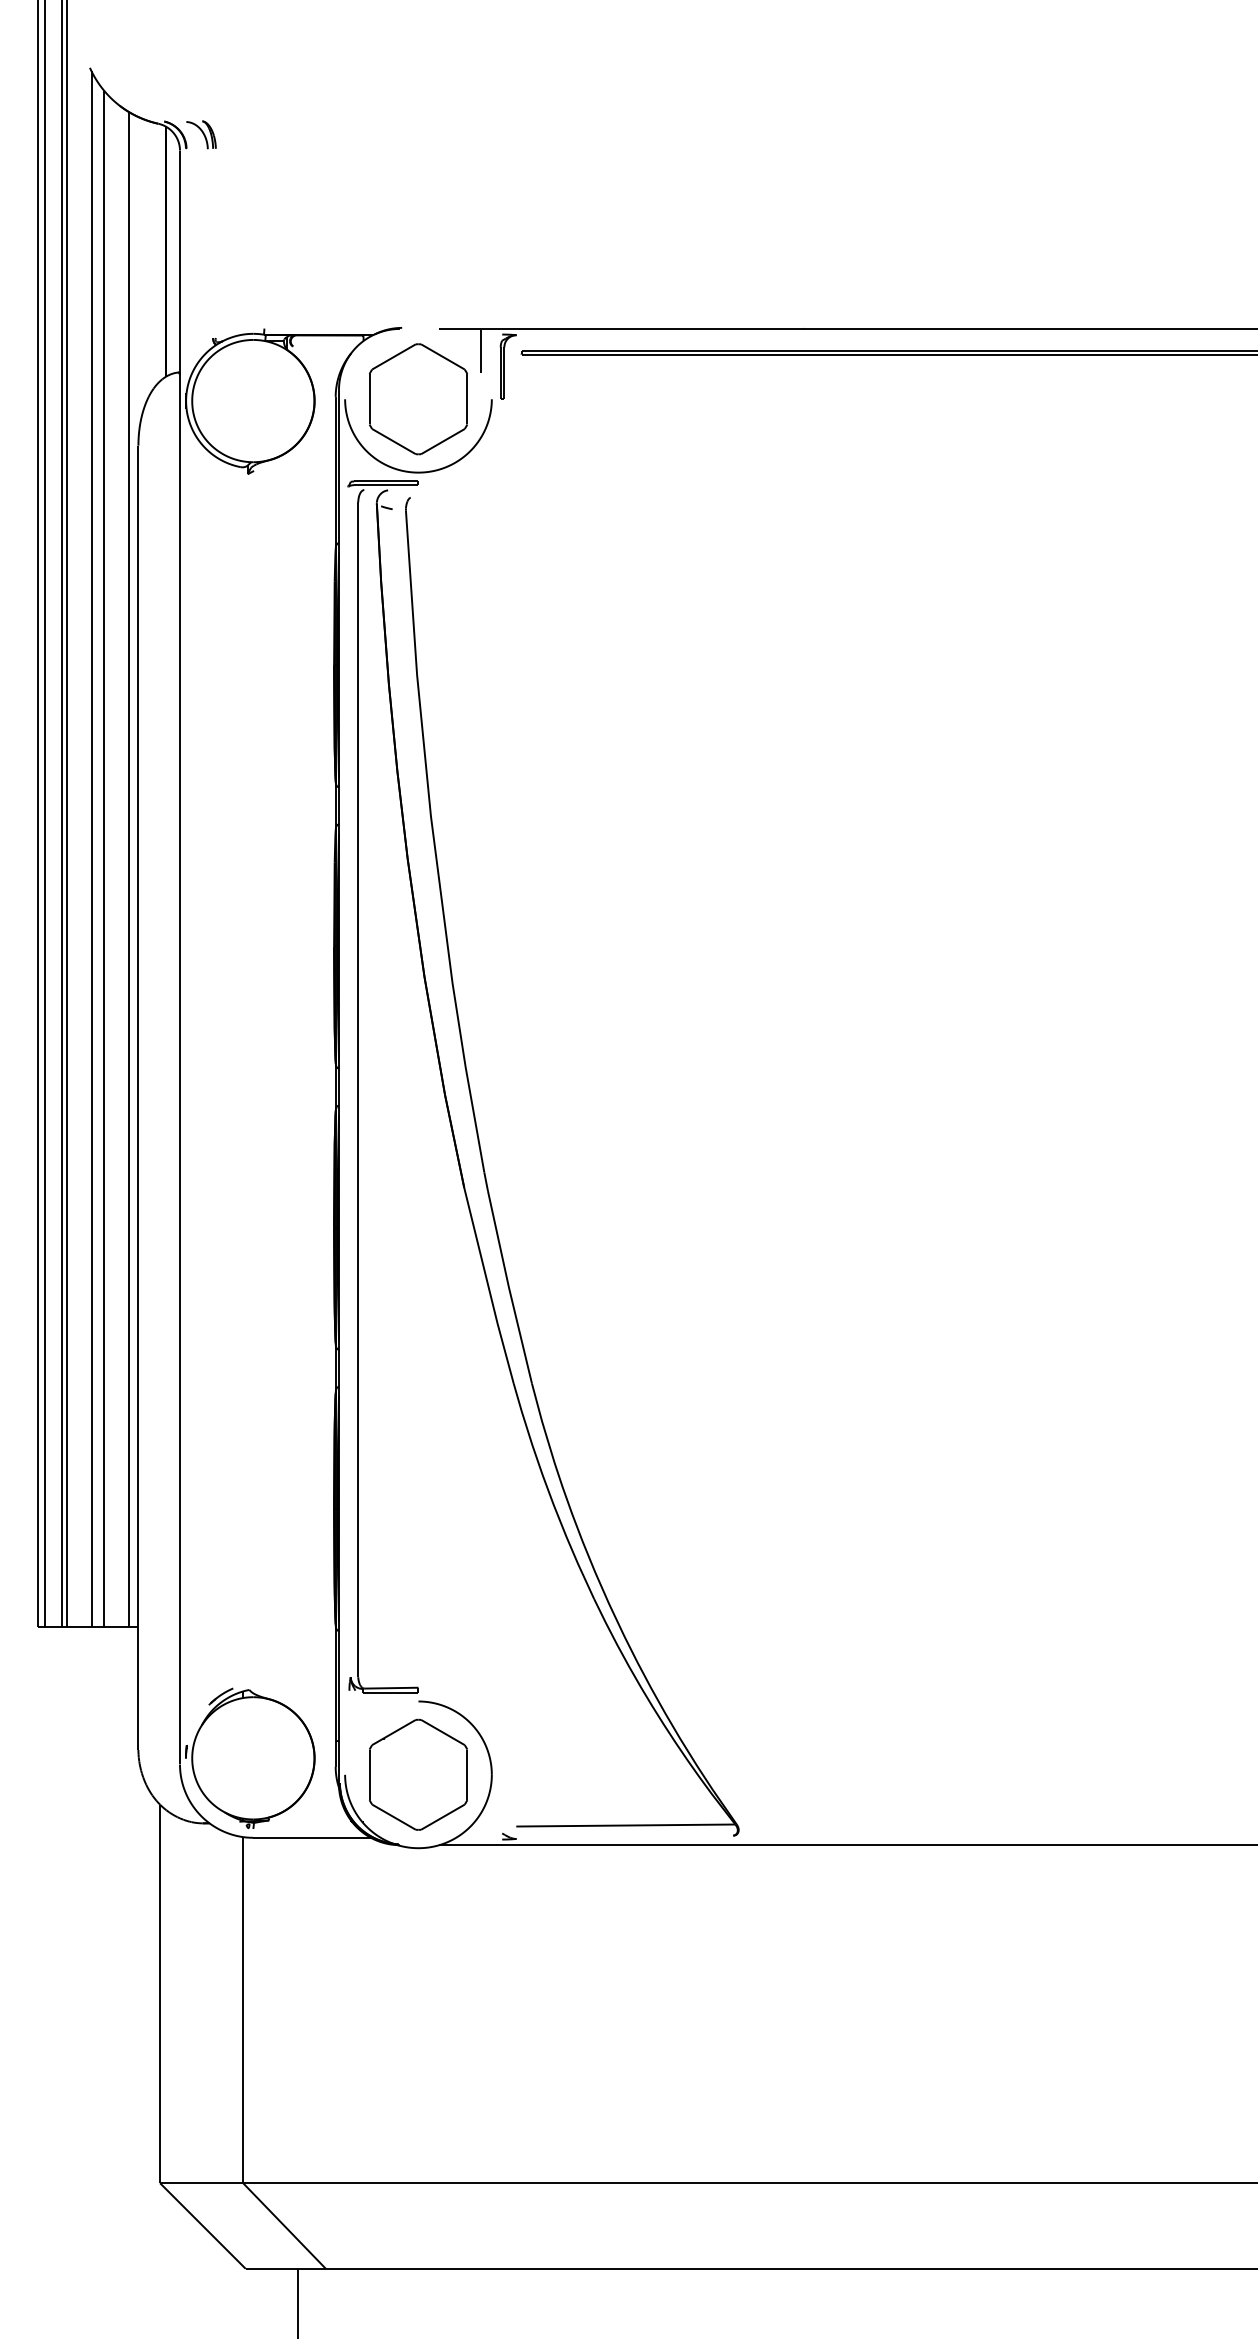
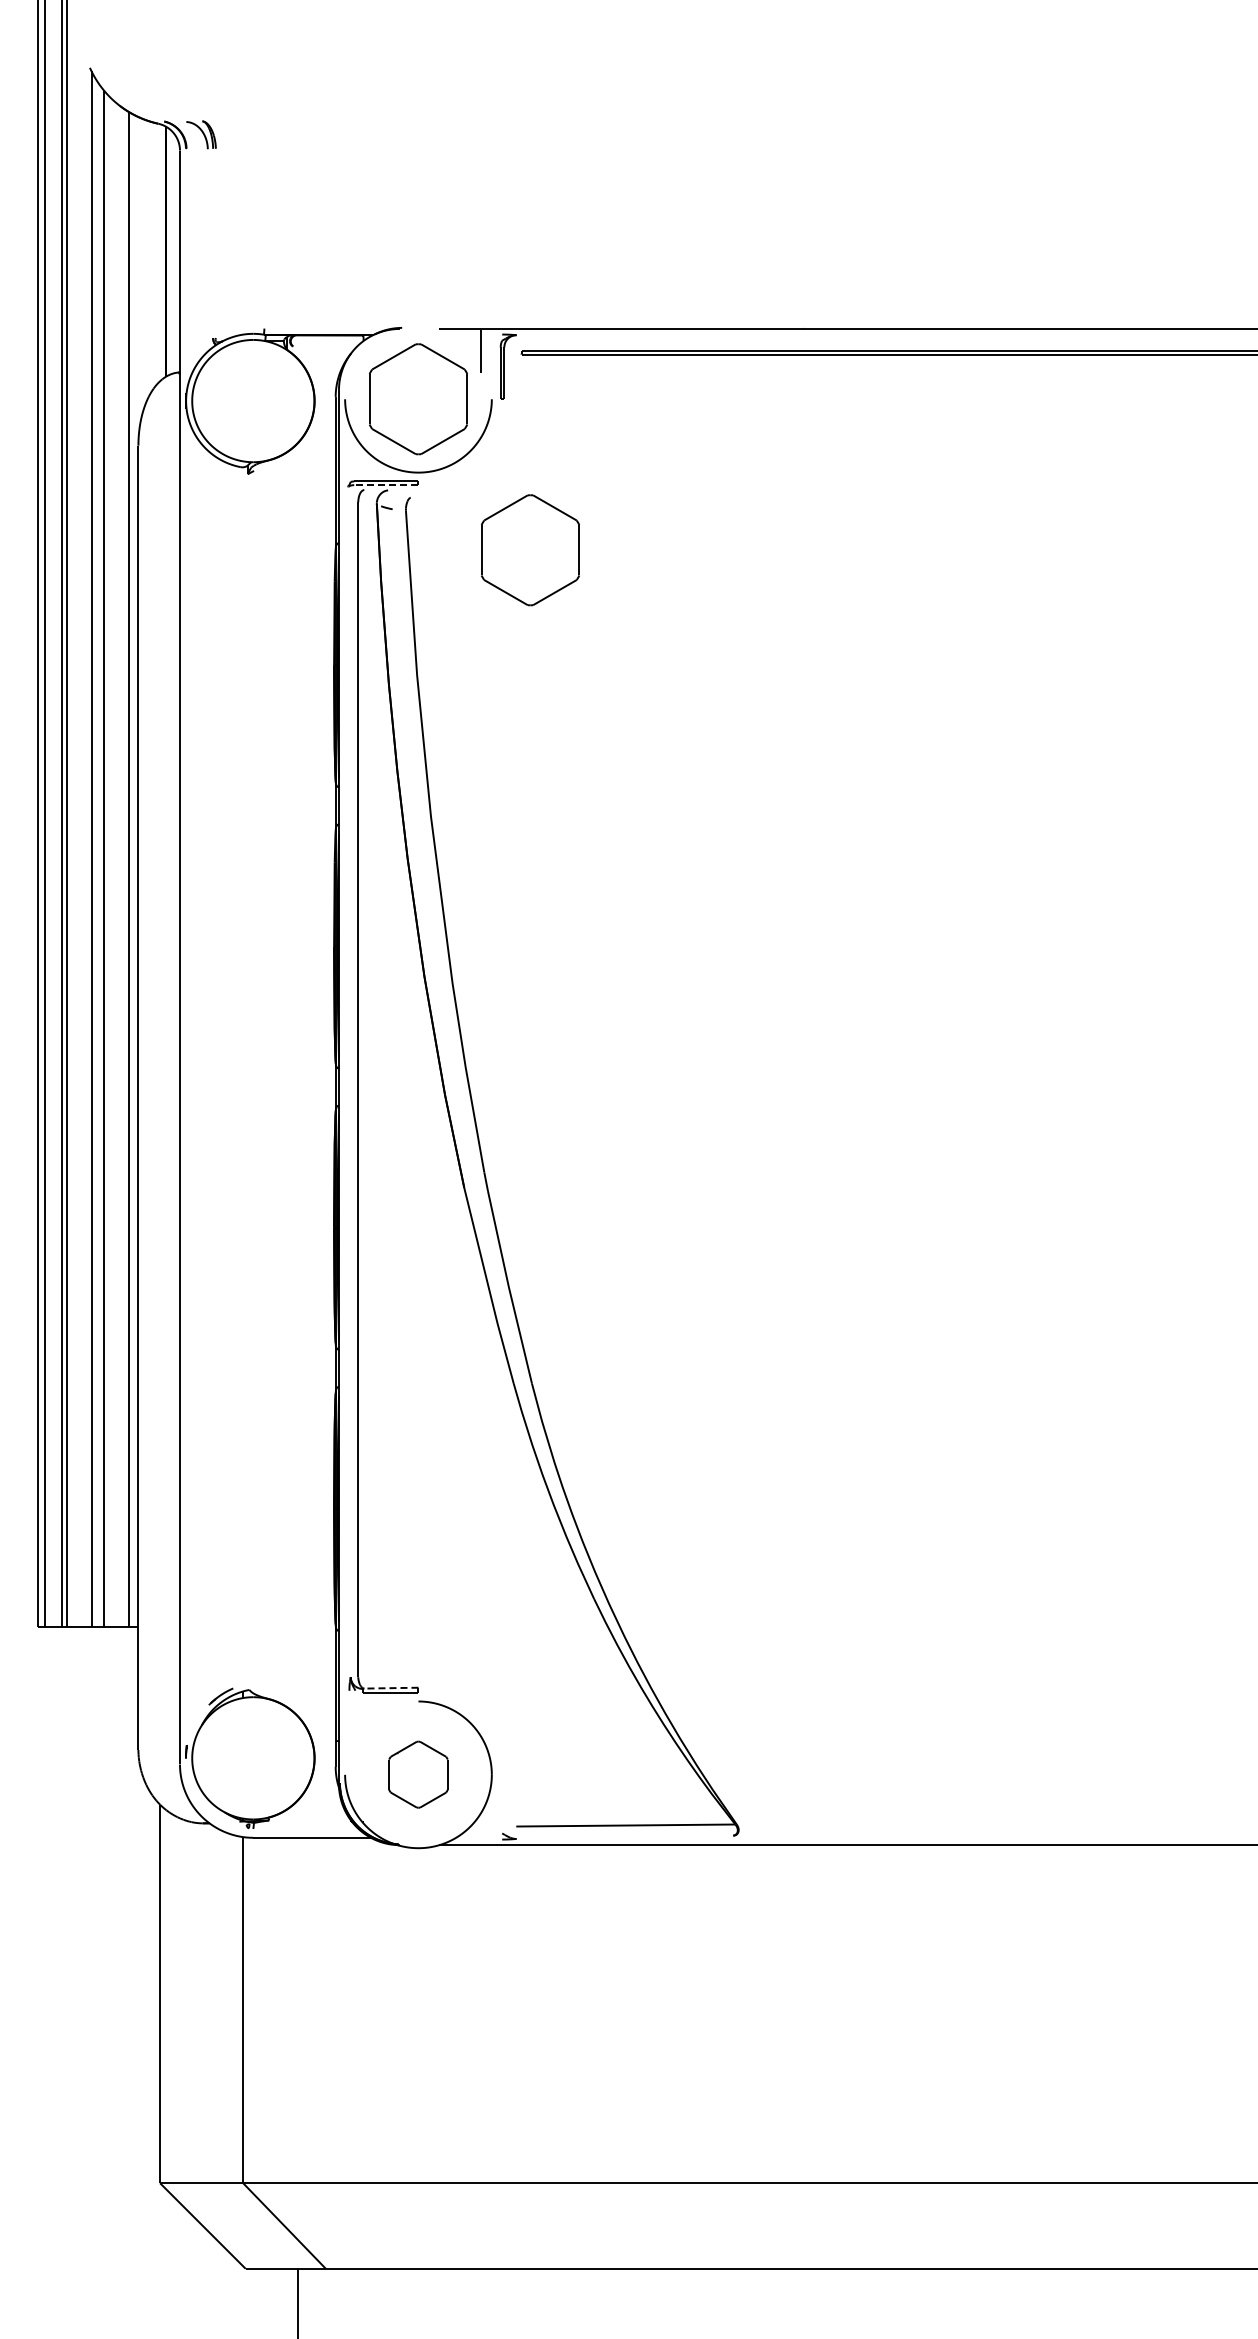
line at (385, 485): solid -> dashed
part at (530, 550): none -> present
line at (390, 1688): solid -> dashed
part at (418, 1774) size: 99x113 px -> 61x69 px
